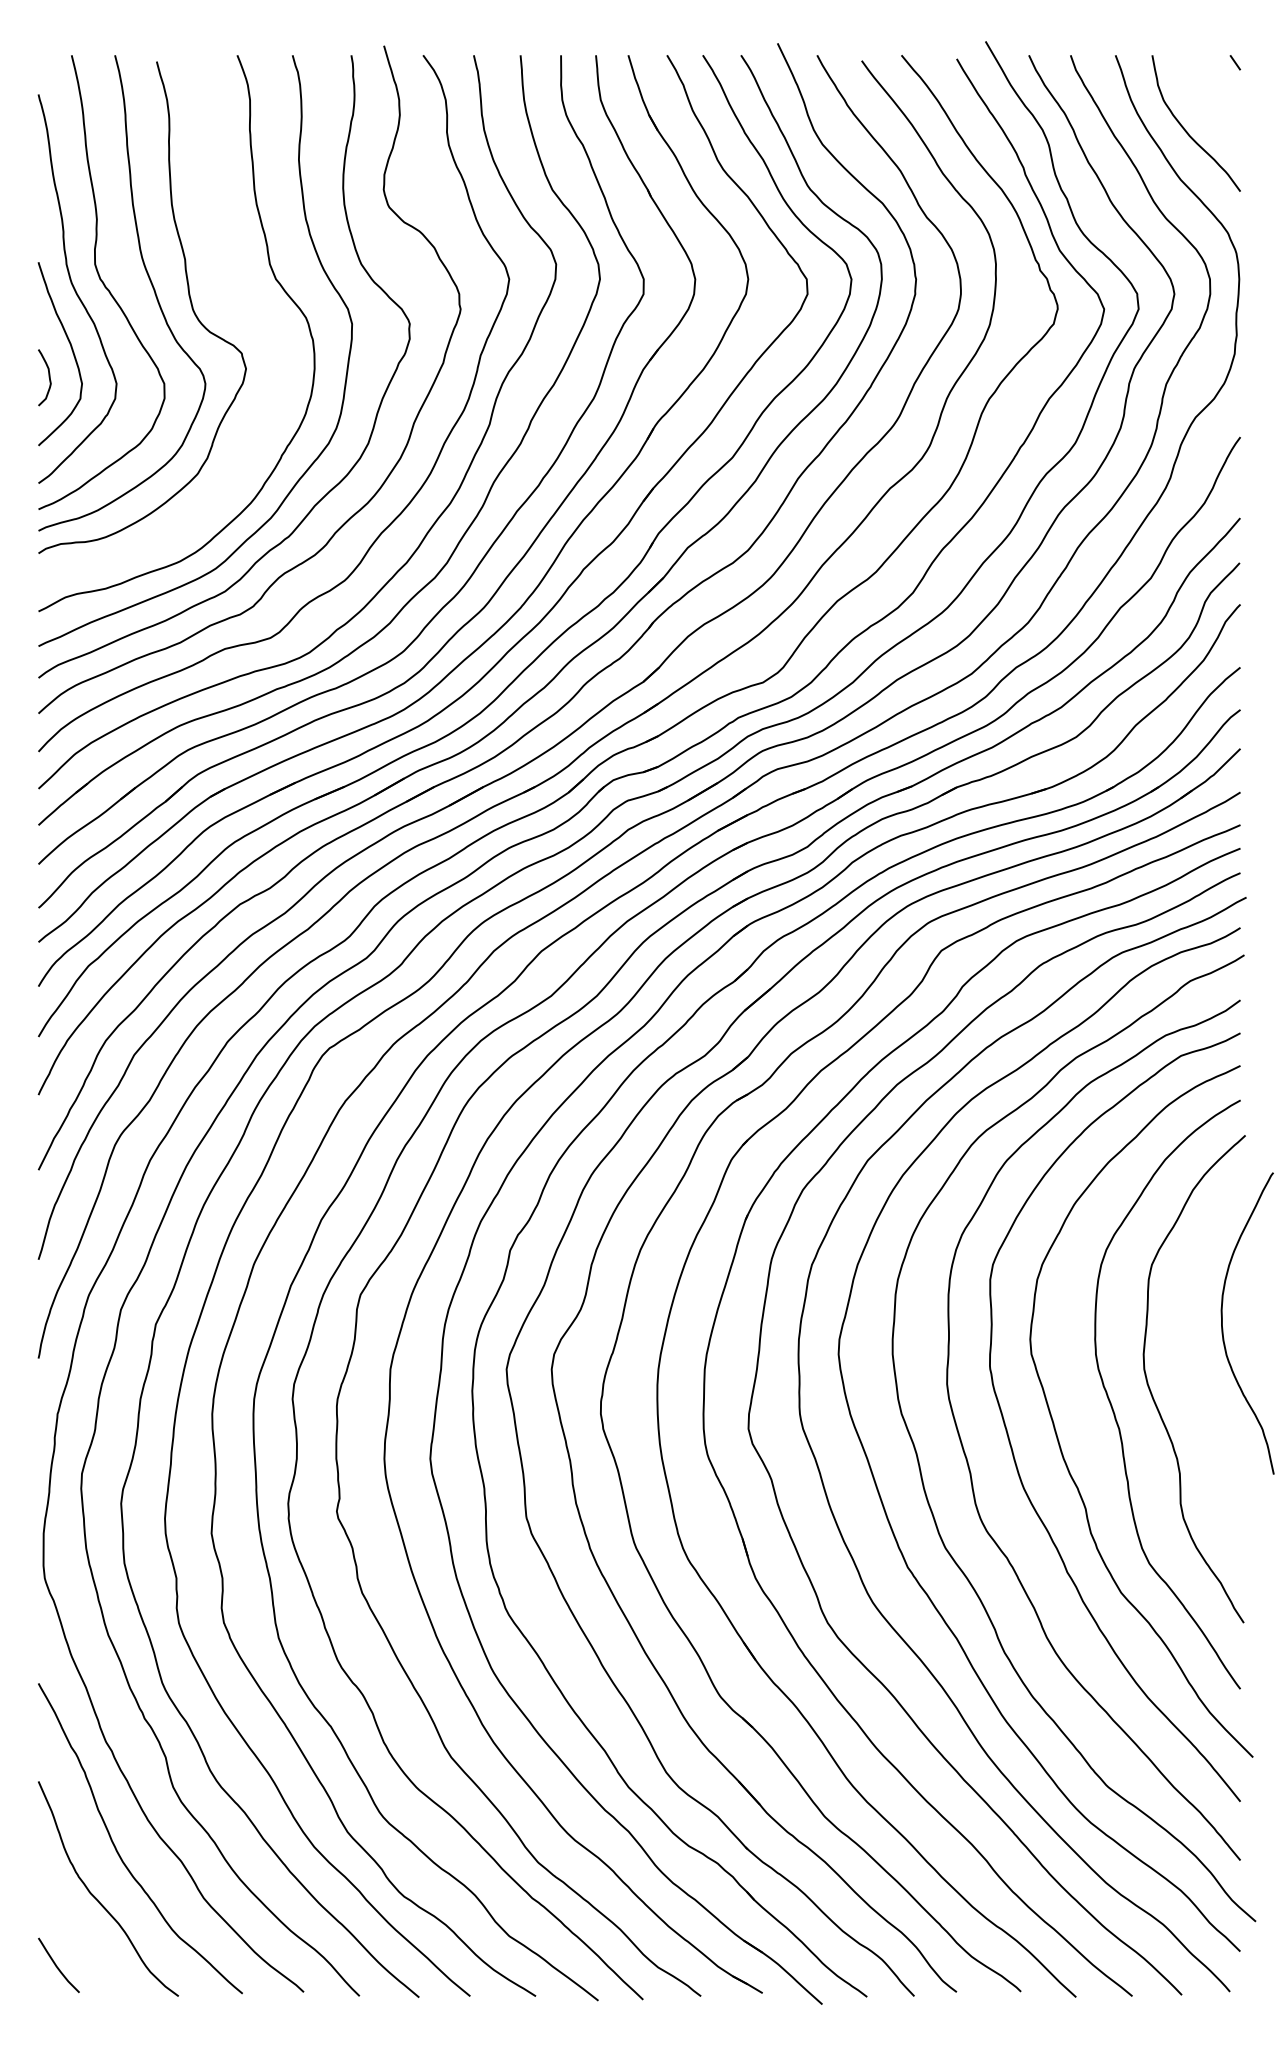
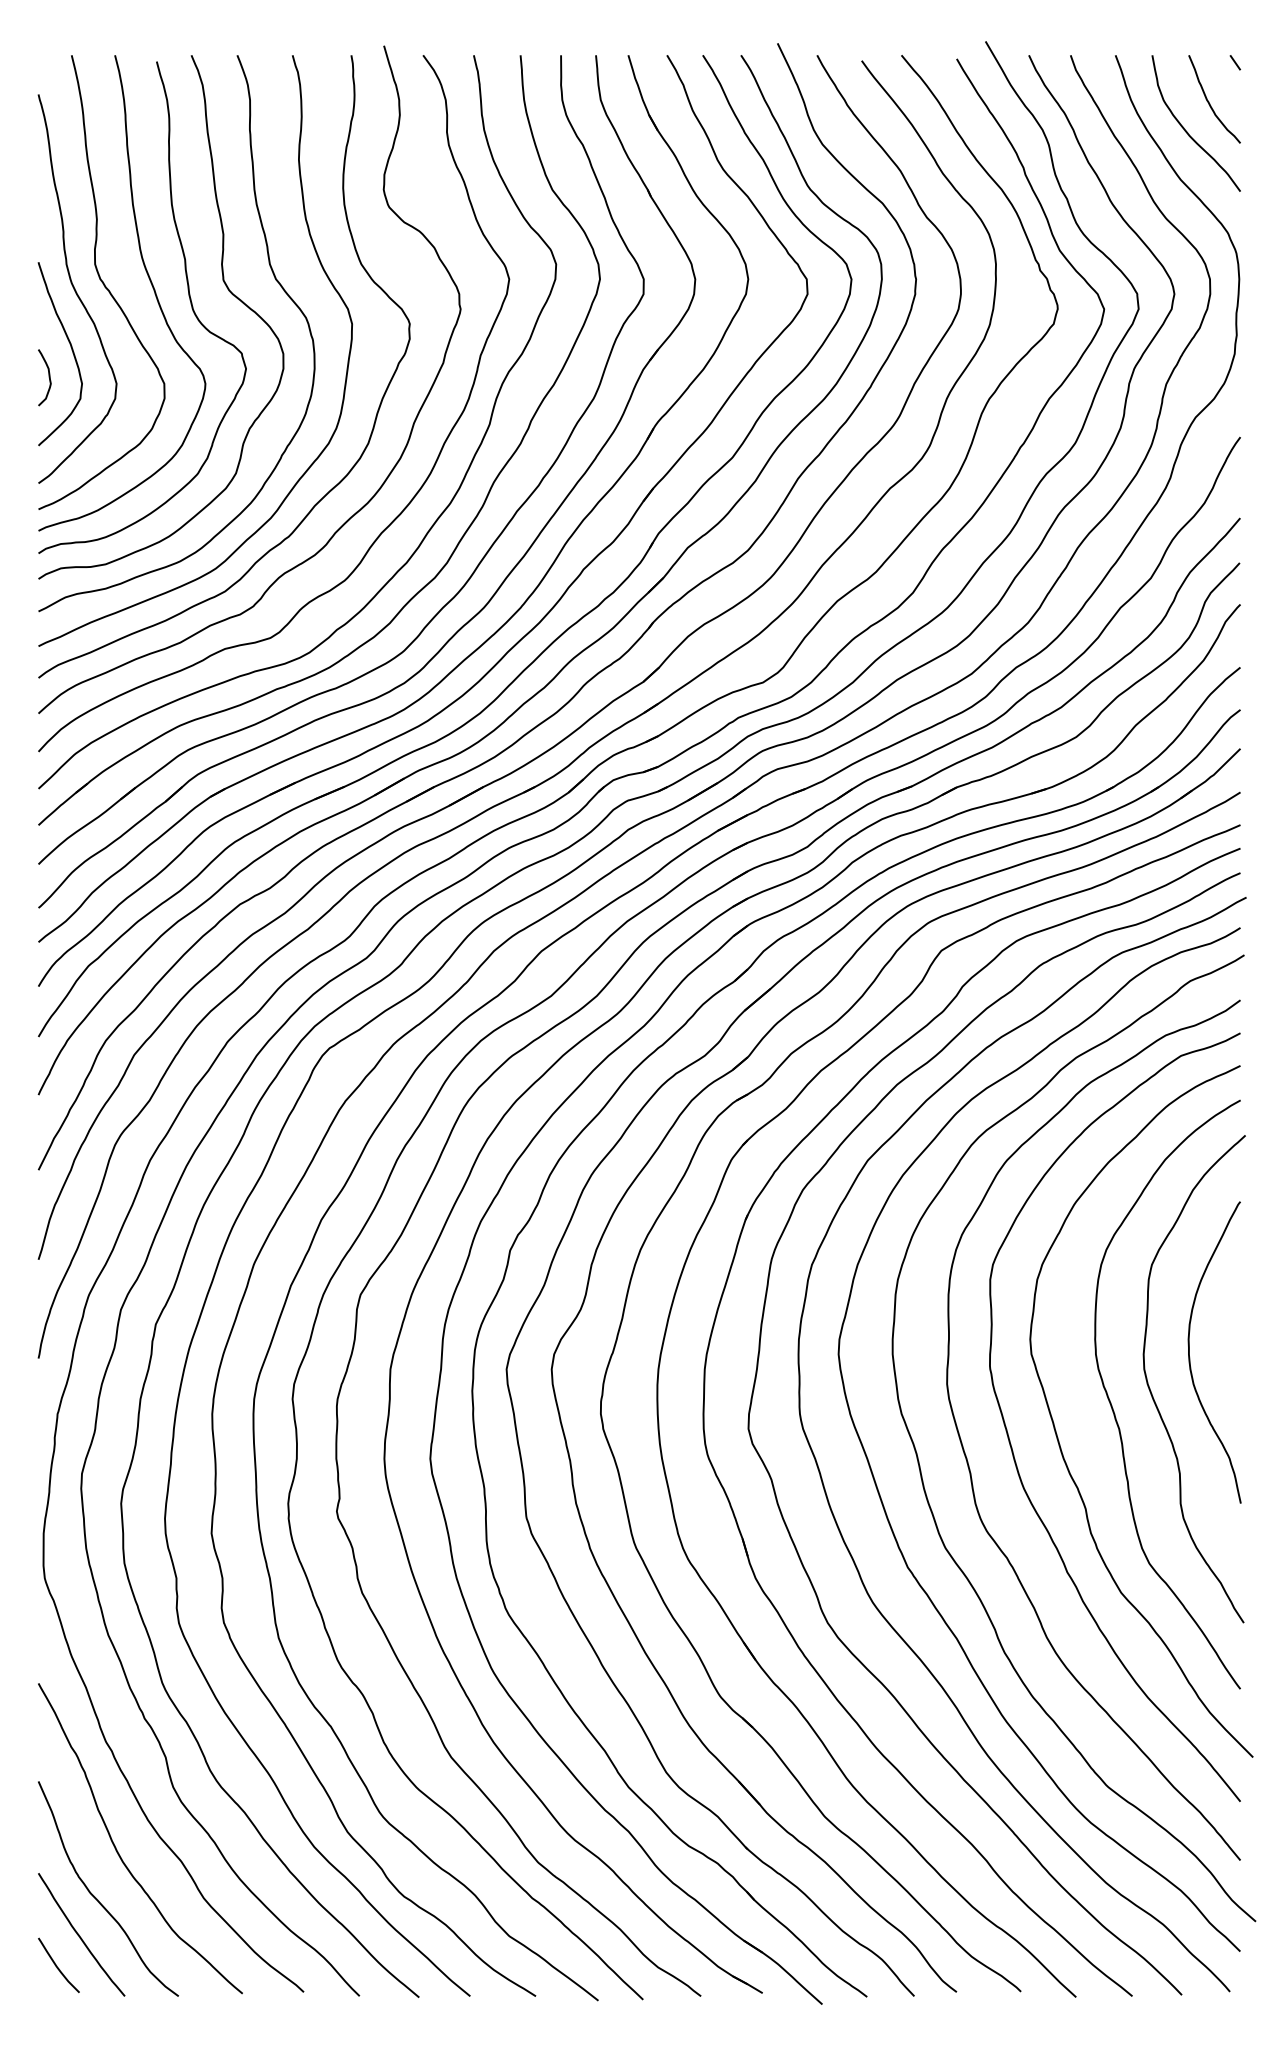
curve at (1209, 101): none -> present
curve at (225, 286): none -> present
curve at (1223, 1328) position: (1223, 1328) -> (1190, 1357)
curve at (79, 1934): none -> present
